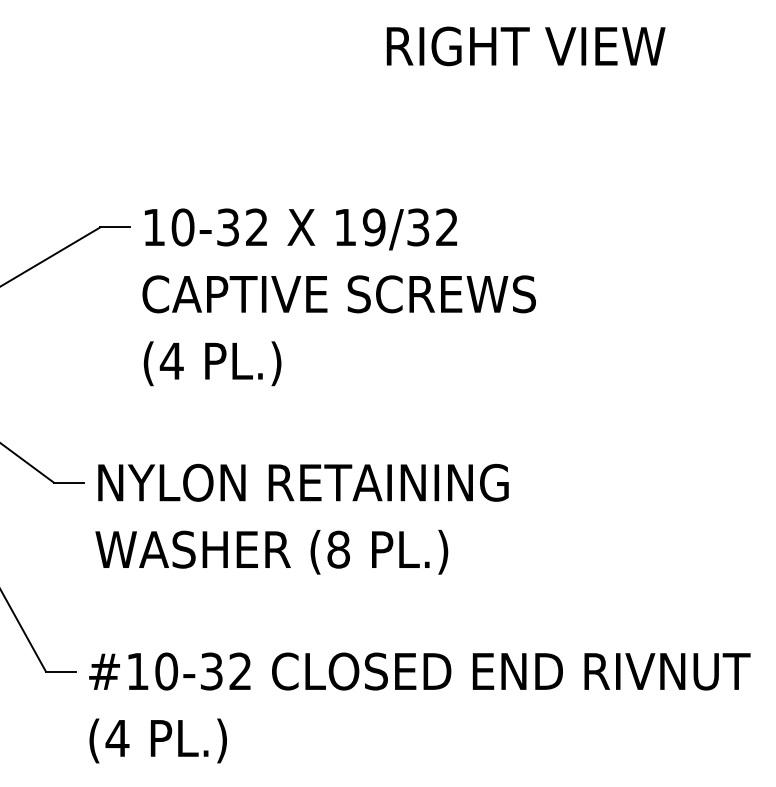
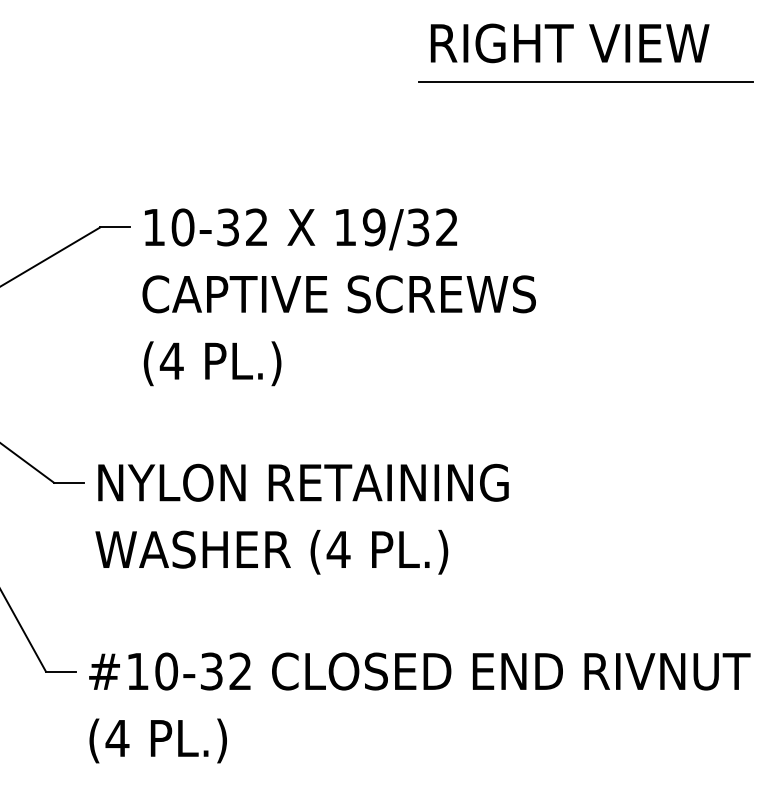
text at (525, 46) position: (525, 46) -> (569, 43)
line at (585, 81): none -> present
text at (338, 549): (8 -> (4
